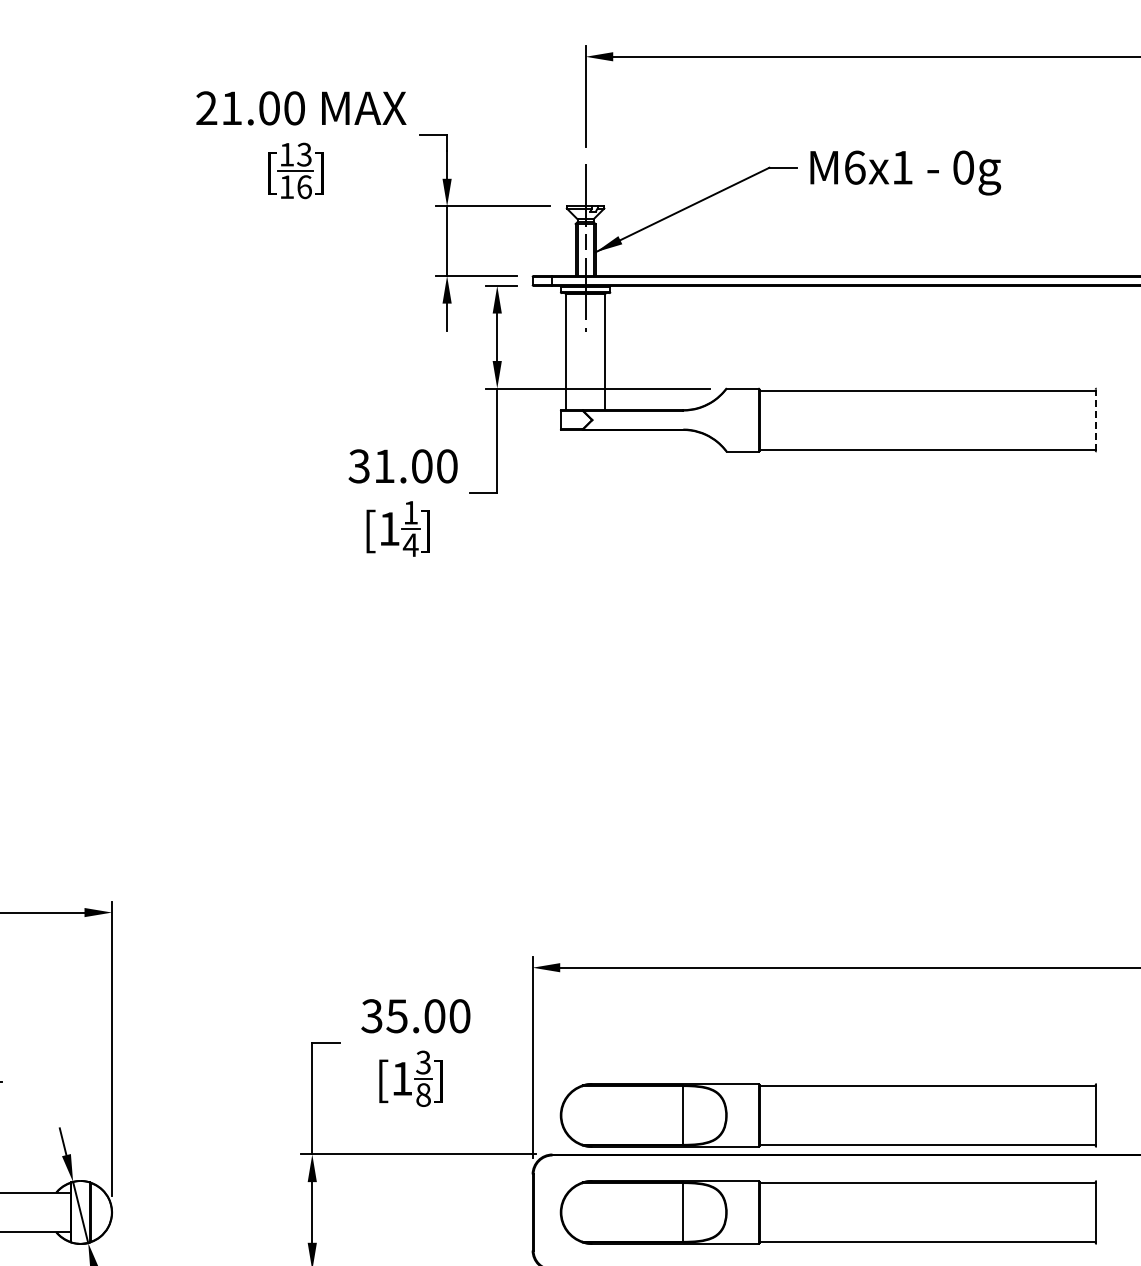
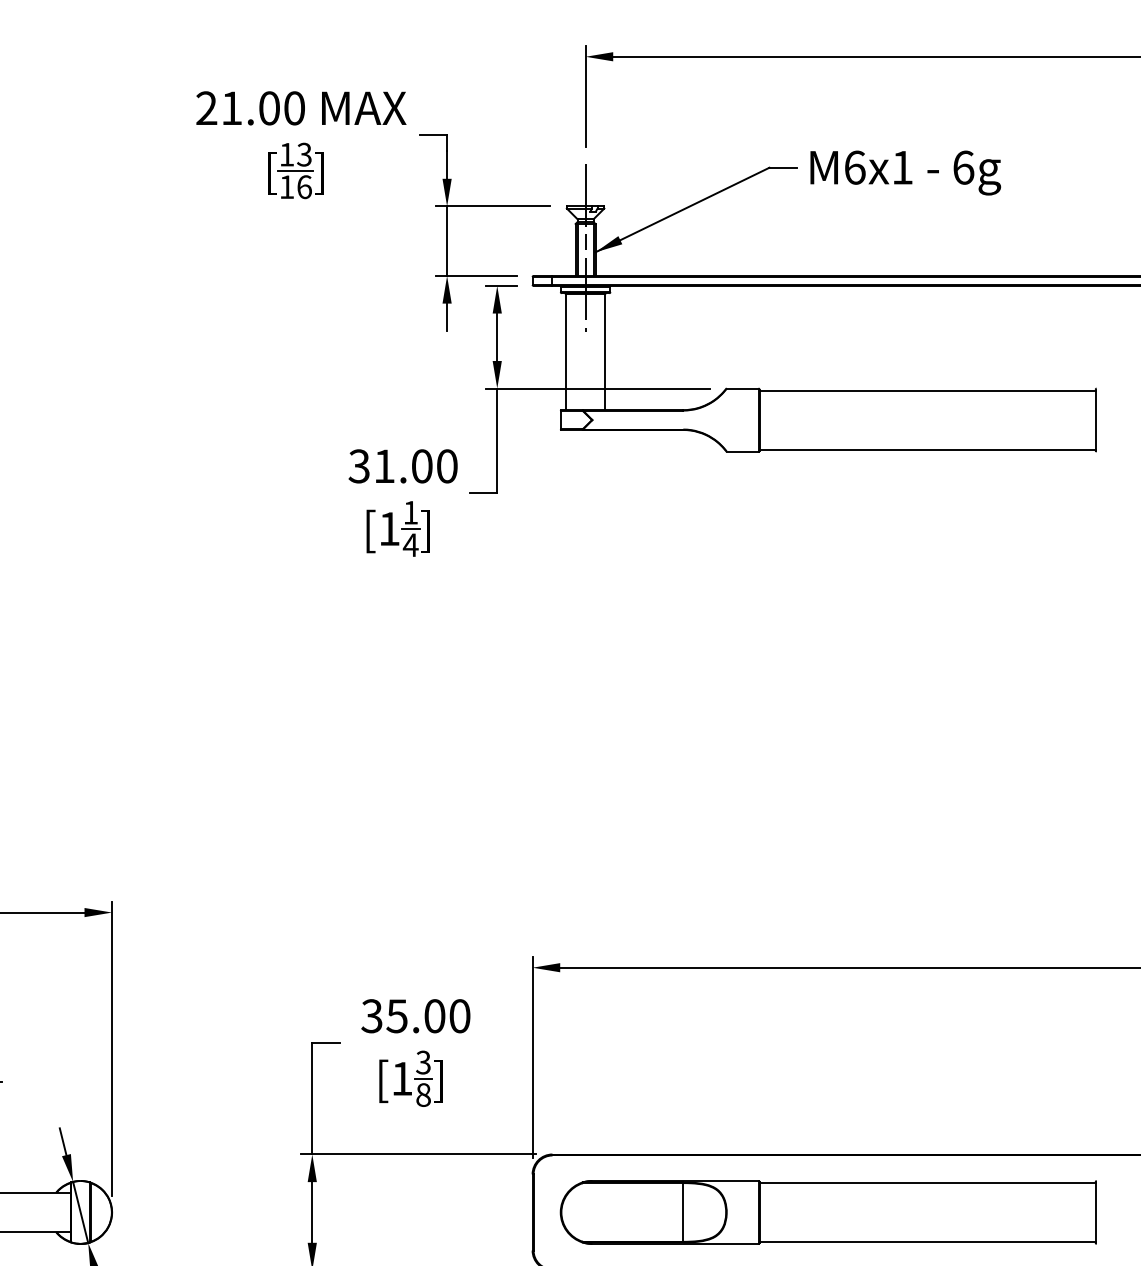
text at (963, 167): 0g -> 6g
line at (1095, 419): dashed -> solid
part at (827, 1115): present -> none
